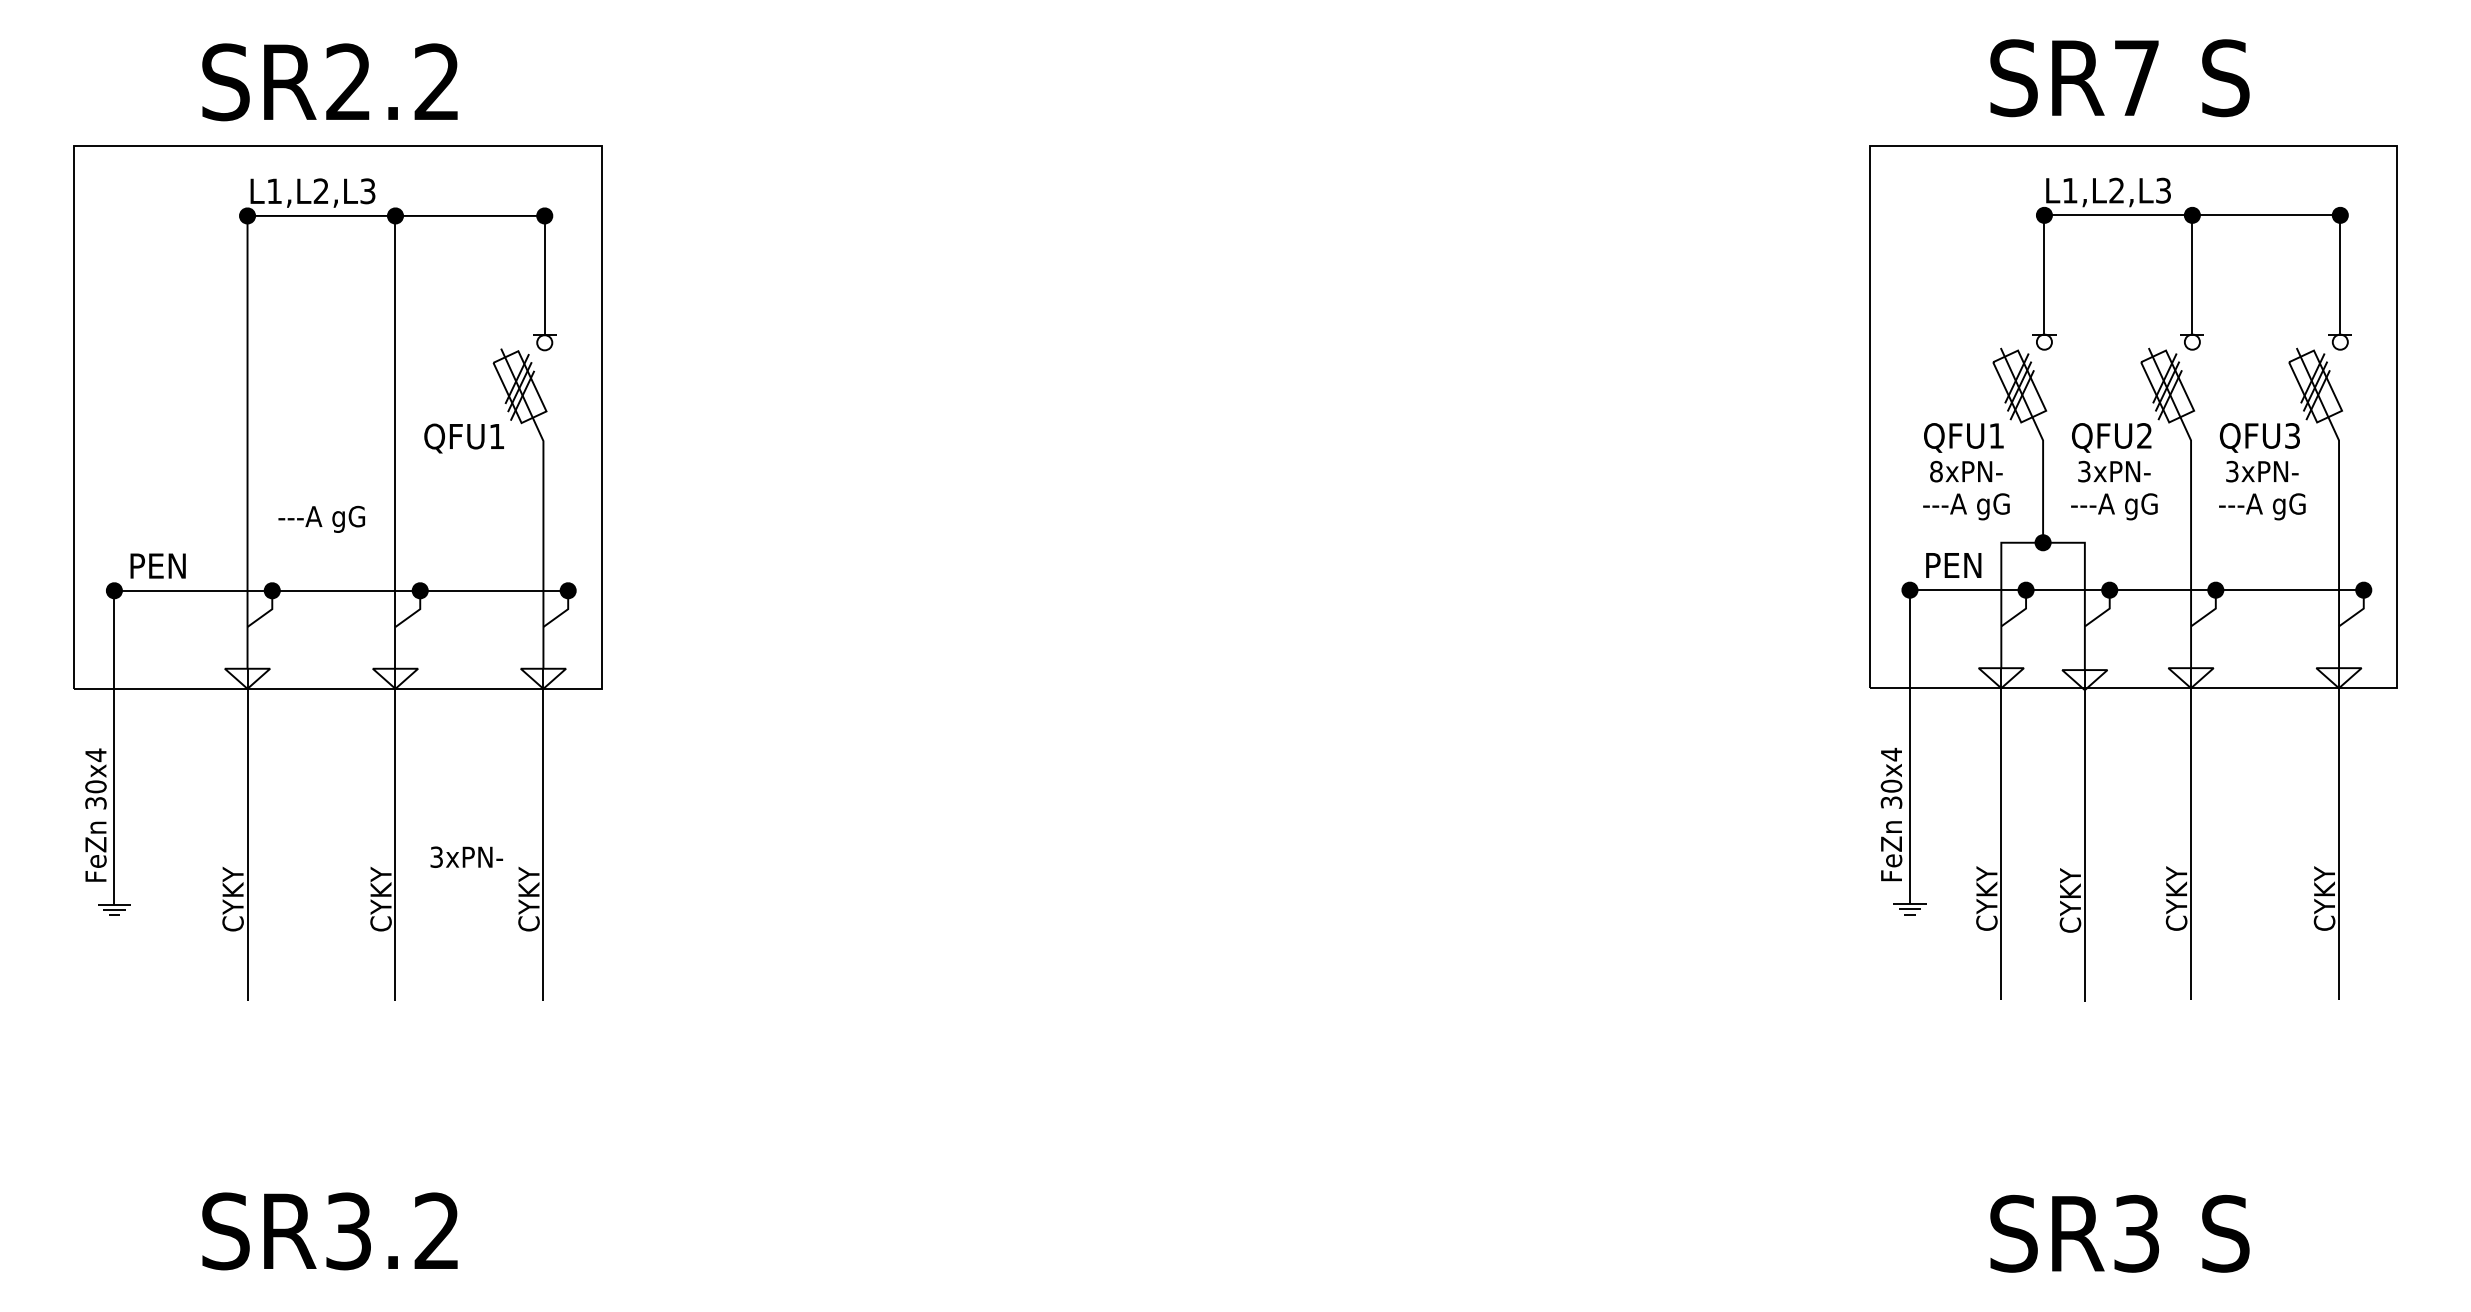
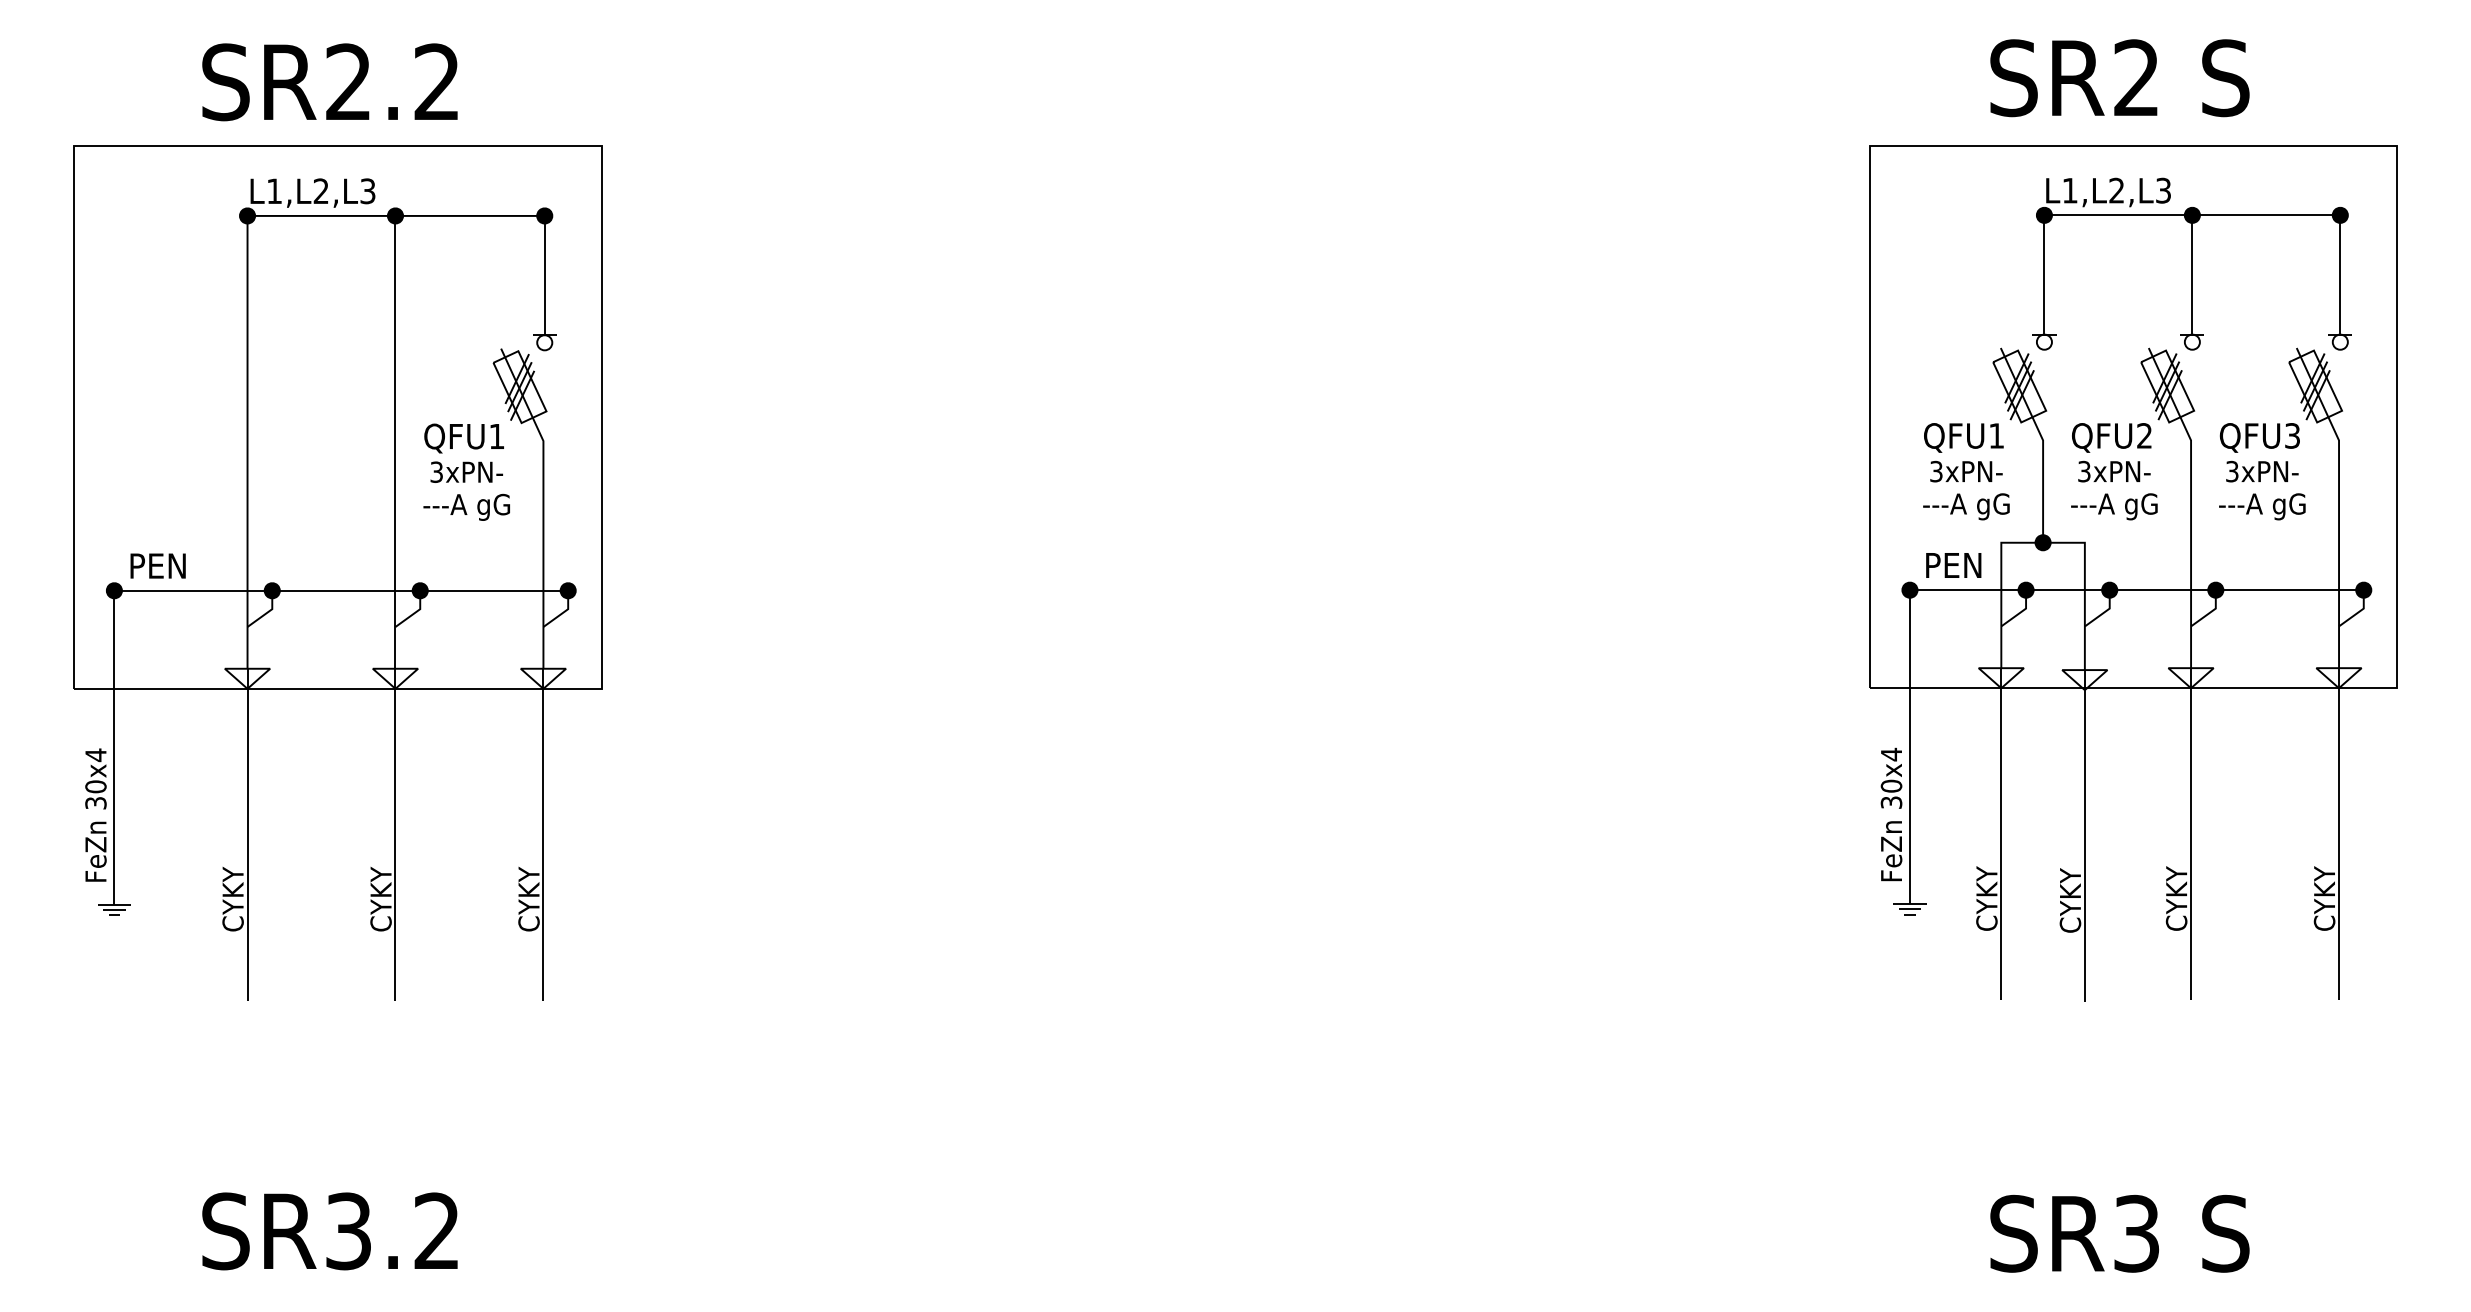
text at (2136, 77): SR7 -> SR2
text at (1936, 471): 8xPN- -> 3xPN-
text at (321, 518) position: (321, 518) -> (466, 506)
text at (466, 856) position: (466, 856) -> (466, 471)
